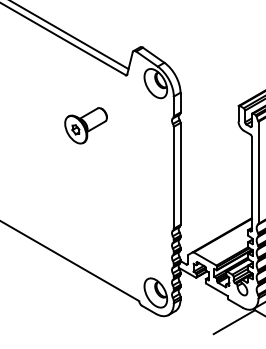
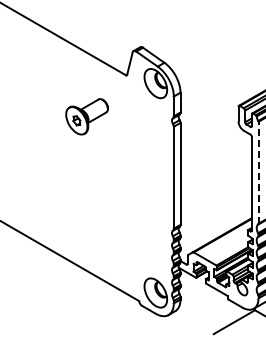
line at (70, 35): present -> none
part at (85, 125) position: (85, 125) -> (86, 116)
line at (258, 172): solid -> dashed
